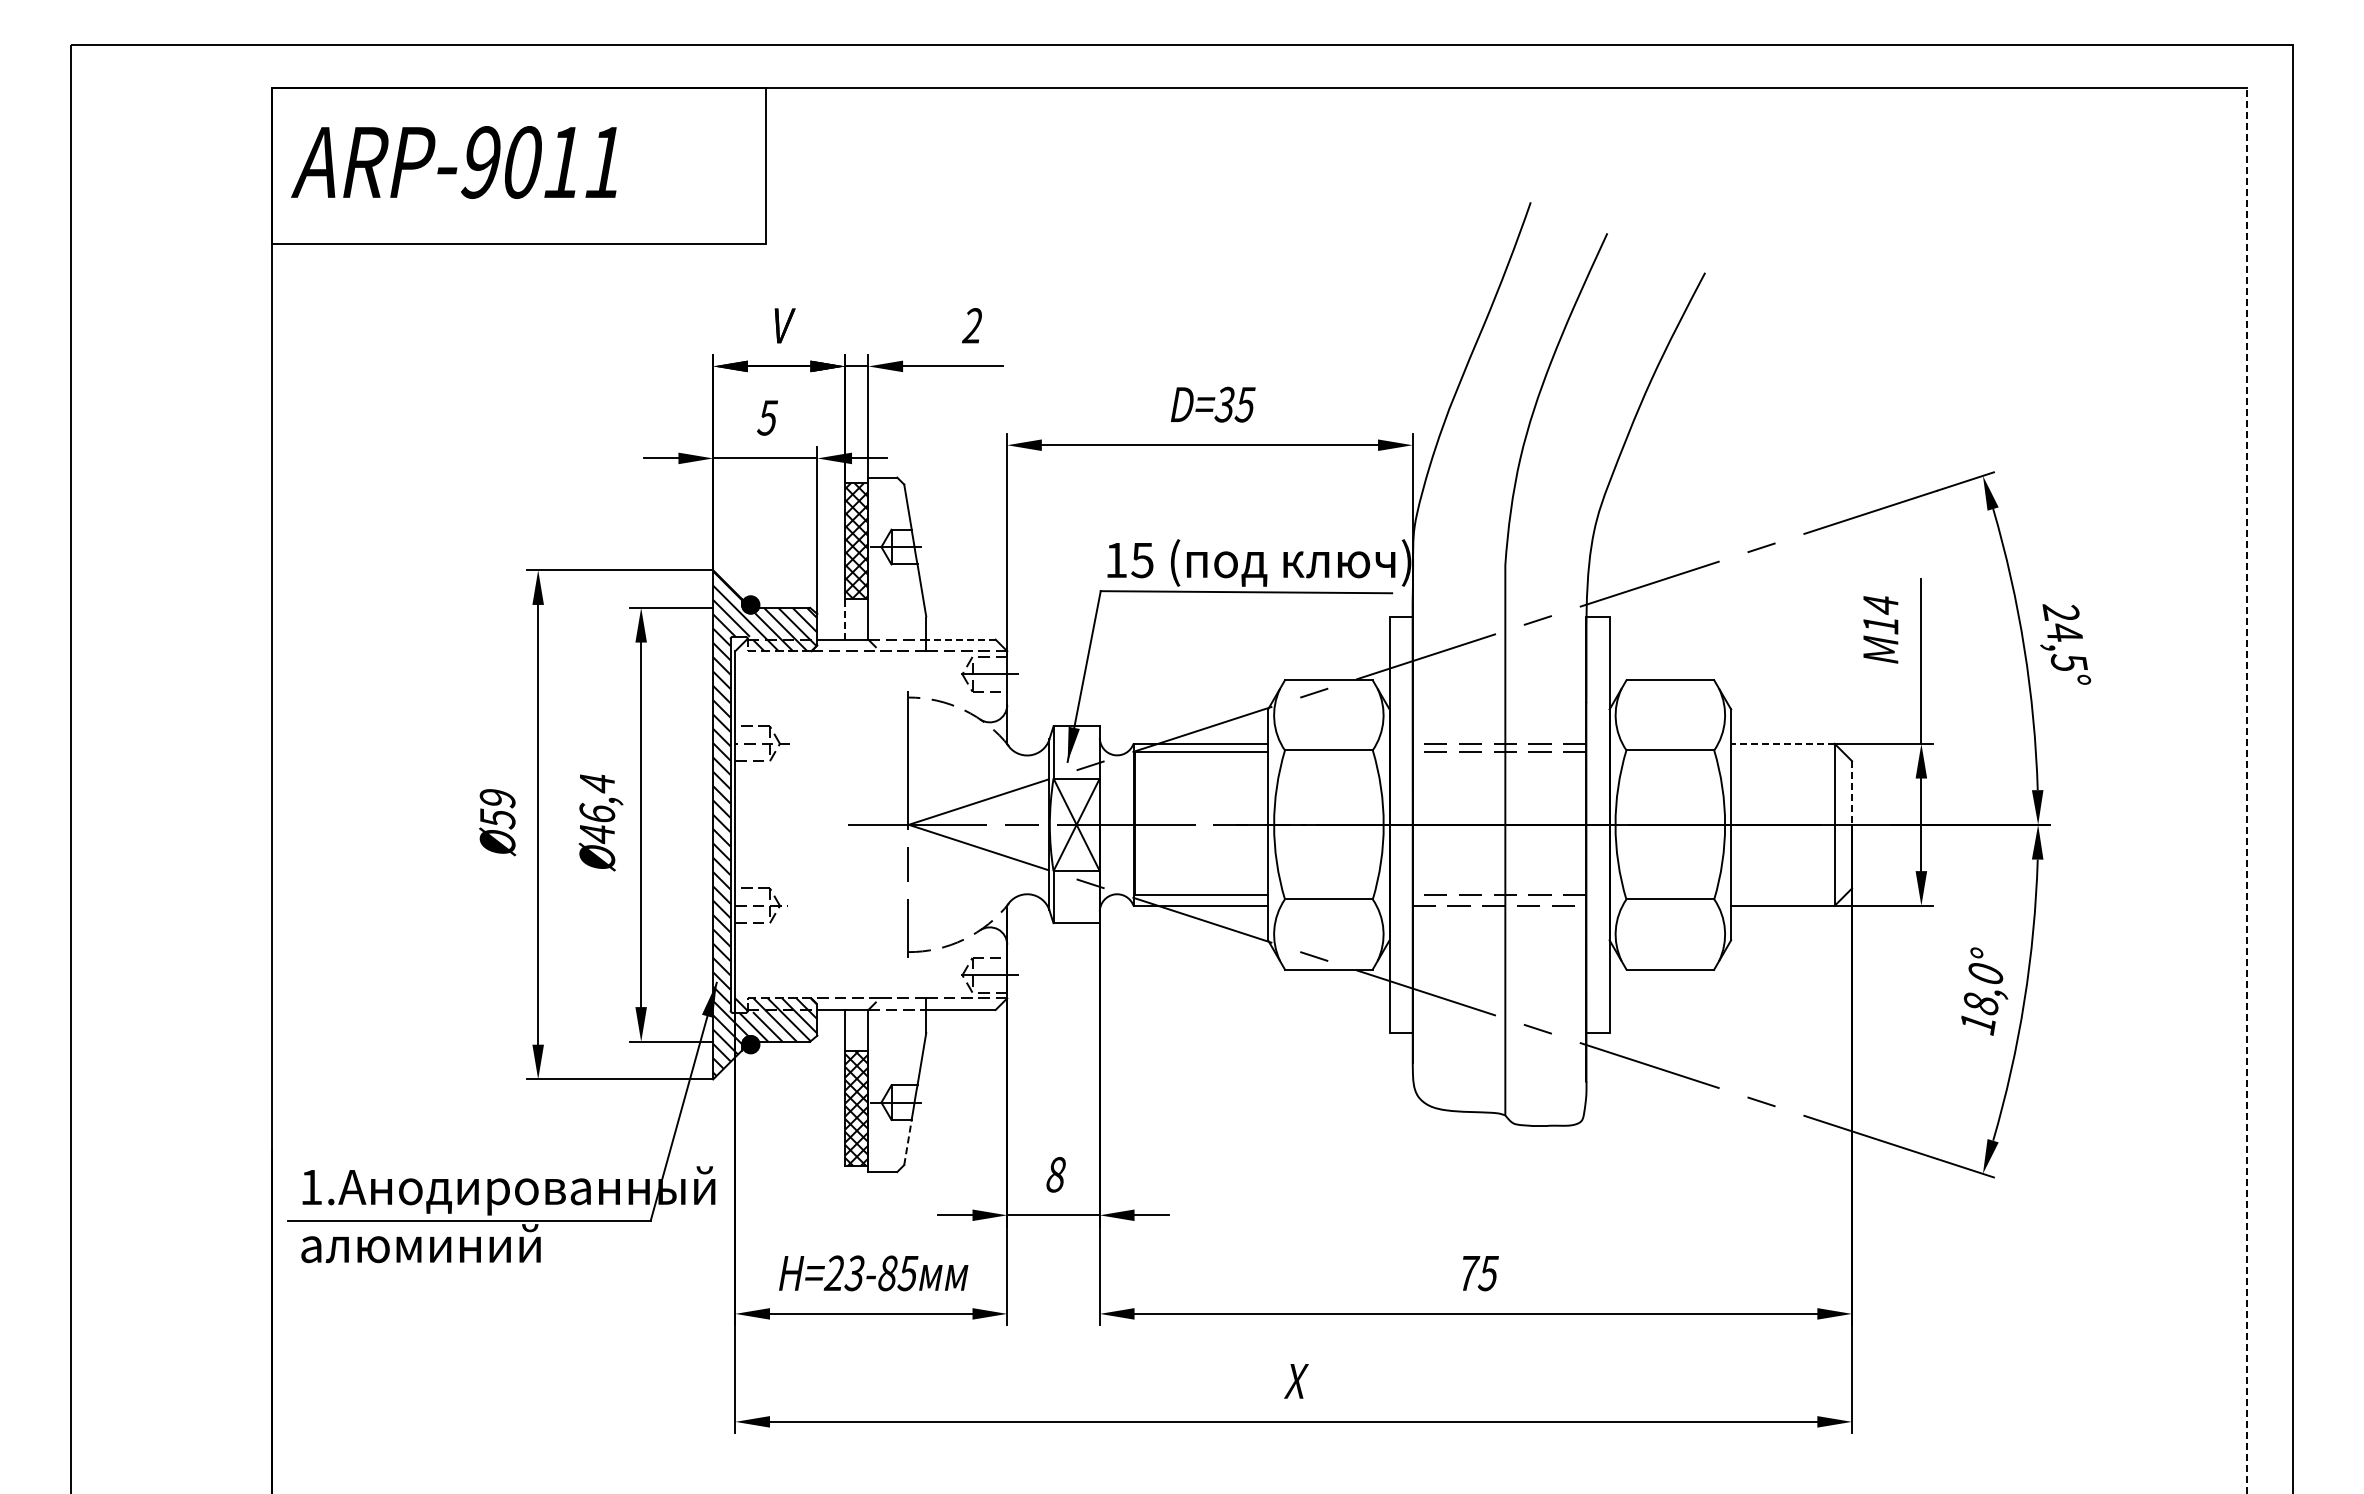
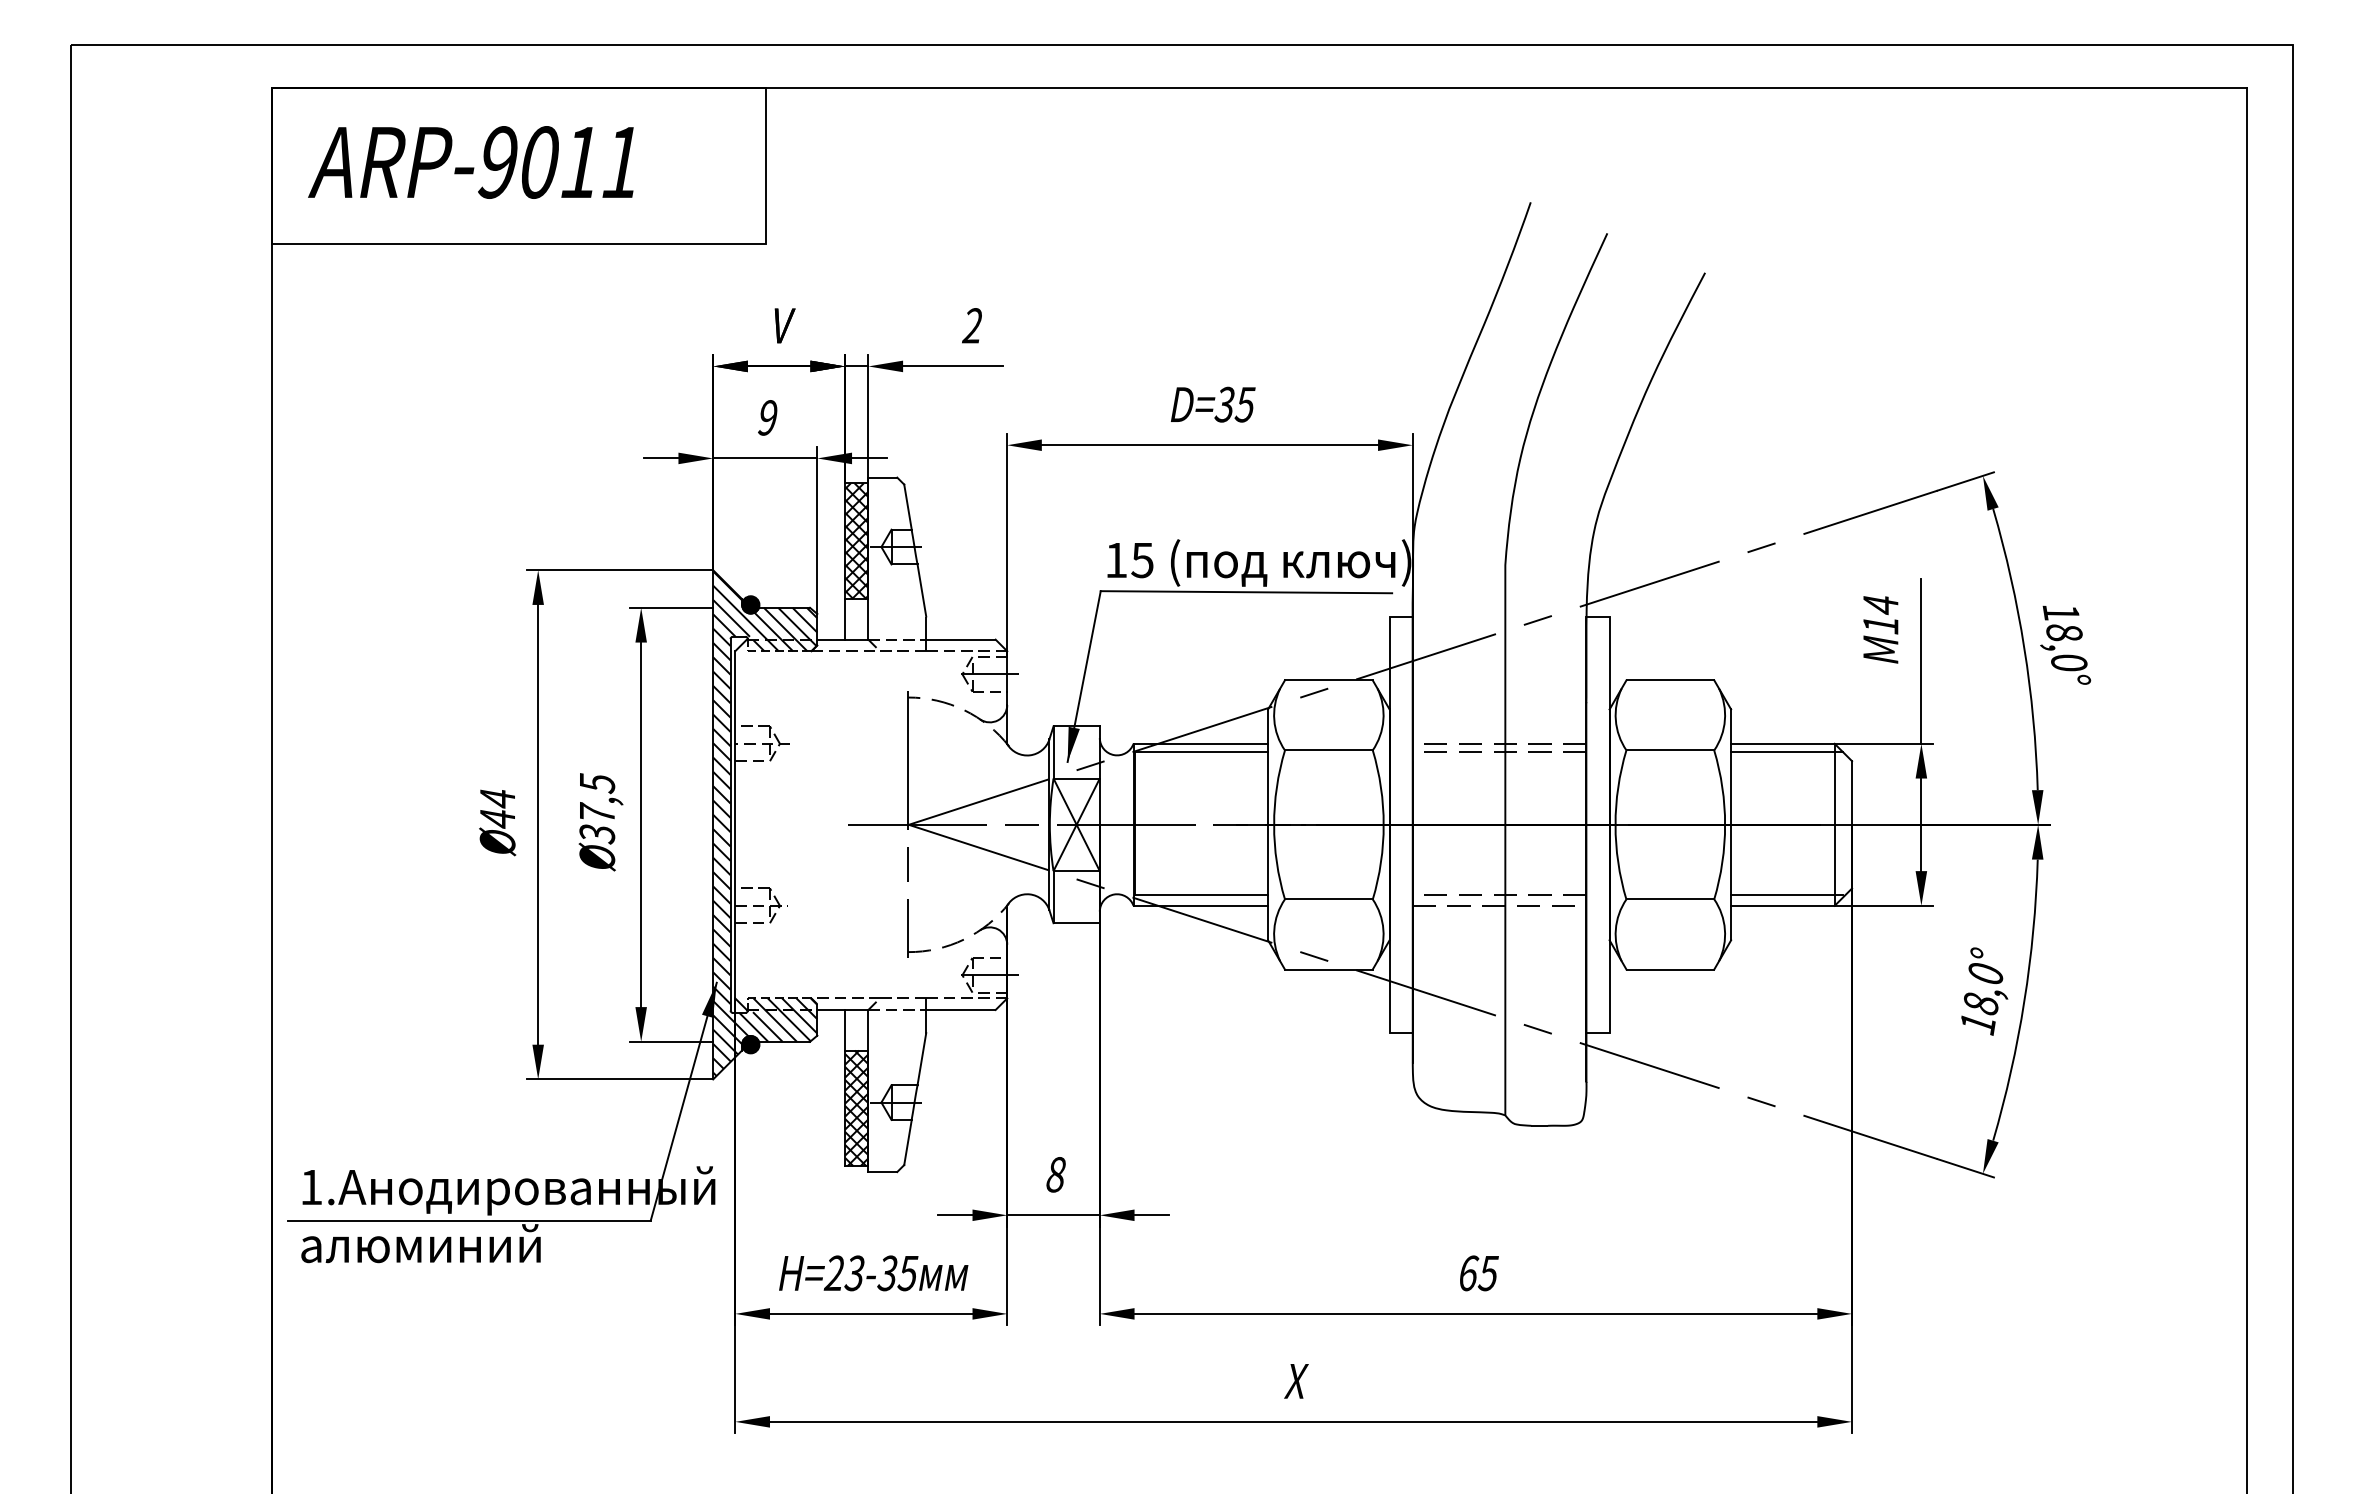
text at (453, 162) position: (453, 162) -> (470, 162)
text at (767, 417): 5 -> 9
line at (845, 618): dashed -> solid
text at (2064, 637): 24,5° -> 18,0°
line at (960, 639): dashed -> solid
line at (1782, 743): dashed -> solid
line at (1787, 752): none -> present
line at (2247, 791): dashed -> solid
line at (1852, 793): dashed -> solid
text at (597, 808): Ø46,4 -> Ø37,5
text at (497, 809): Ø59 -> Ø44
line at (1787, 894): none -> present
line at (908, 1142): dashed -> solid
text at (887, 1273): H=23-85 -> H=23-35
text at (1470, 1273): 75 -> 65
